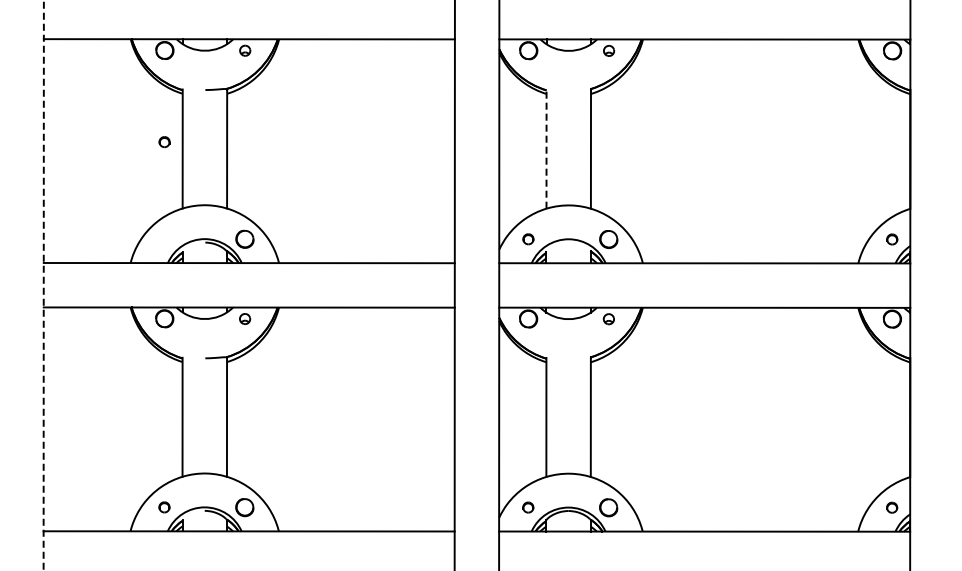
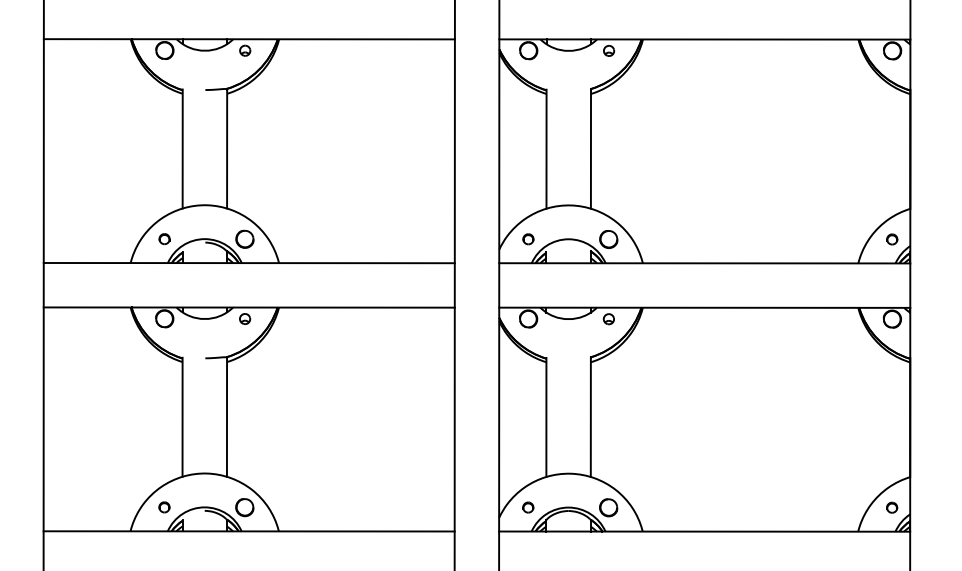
part at (164, 142) position: (164, 142) -> (164, 239)
line at (546, 148): dashed -> solid
line at (43, 285): dashed -> solid
